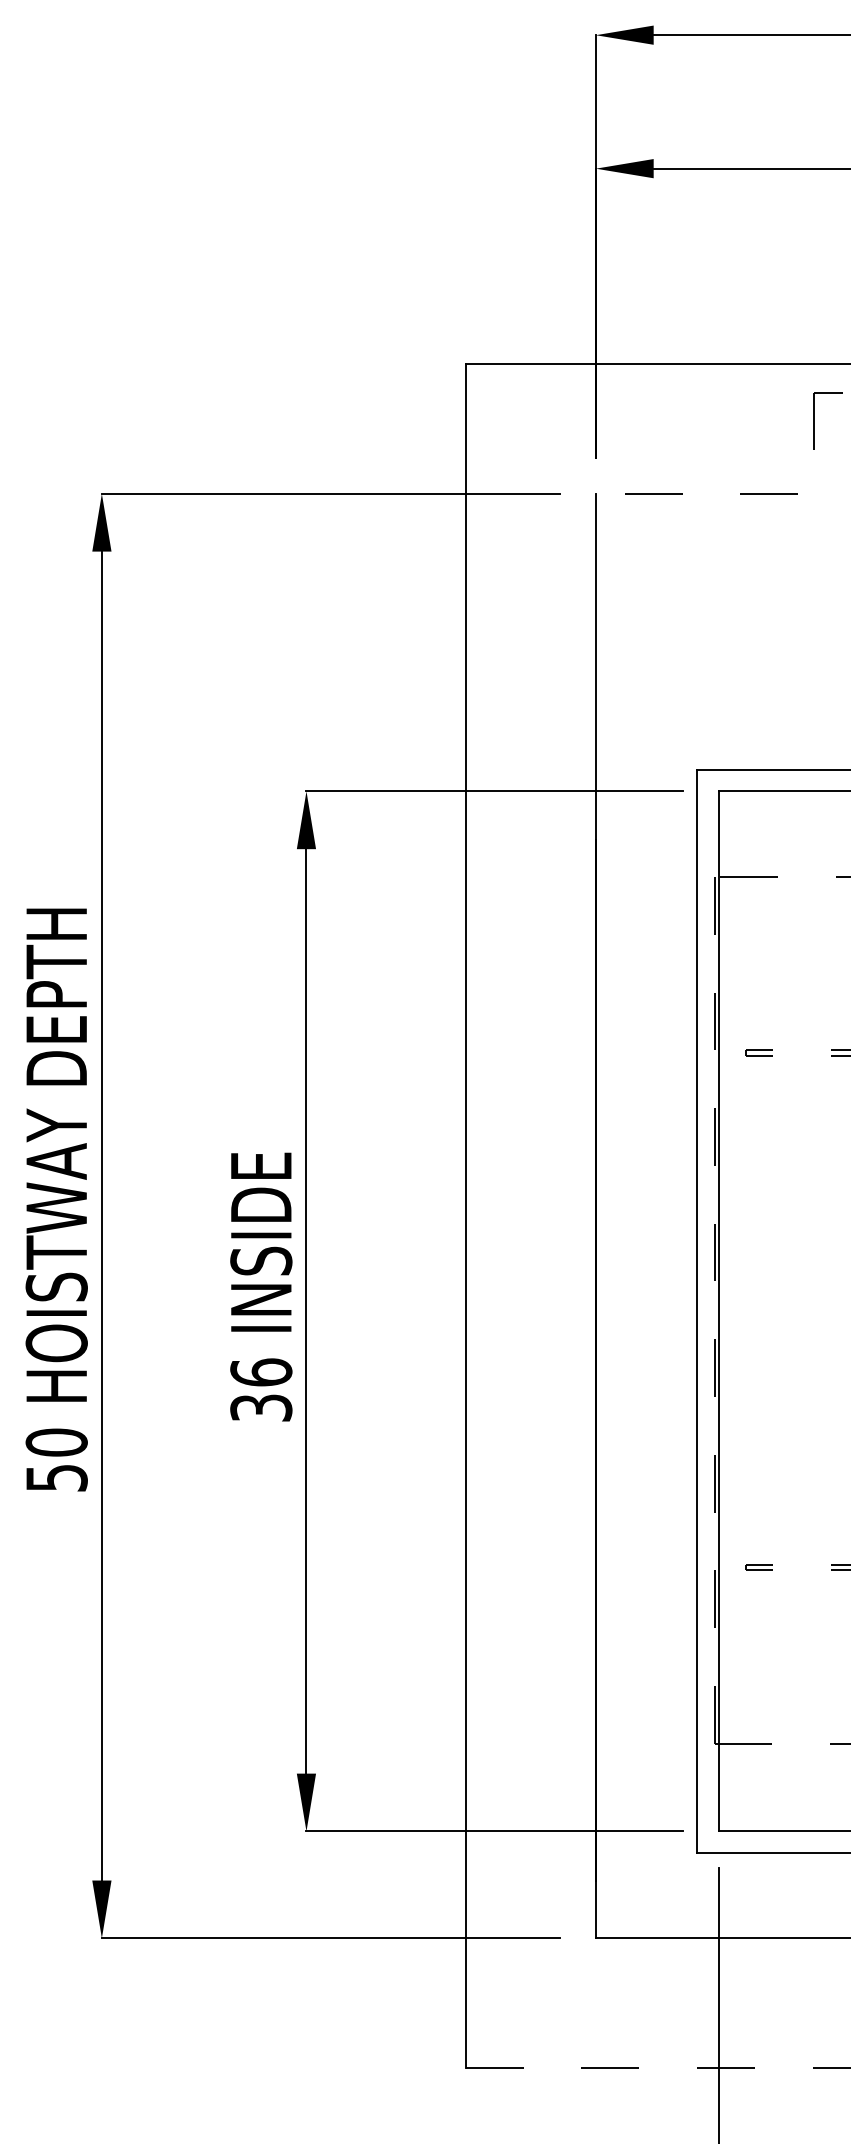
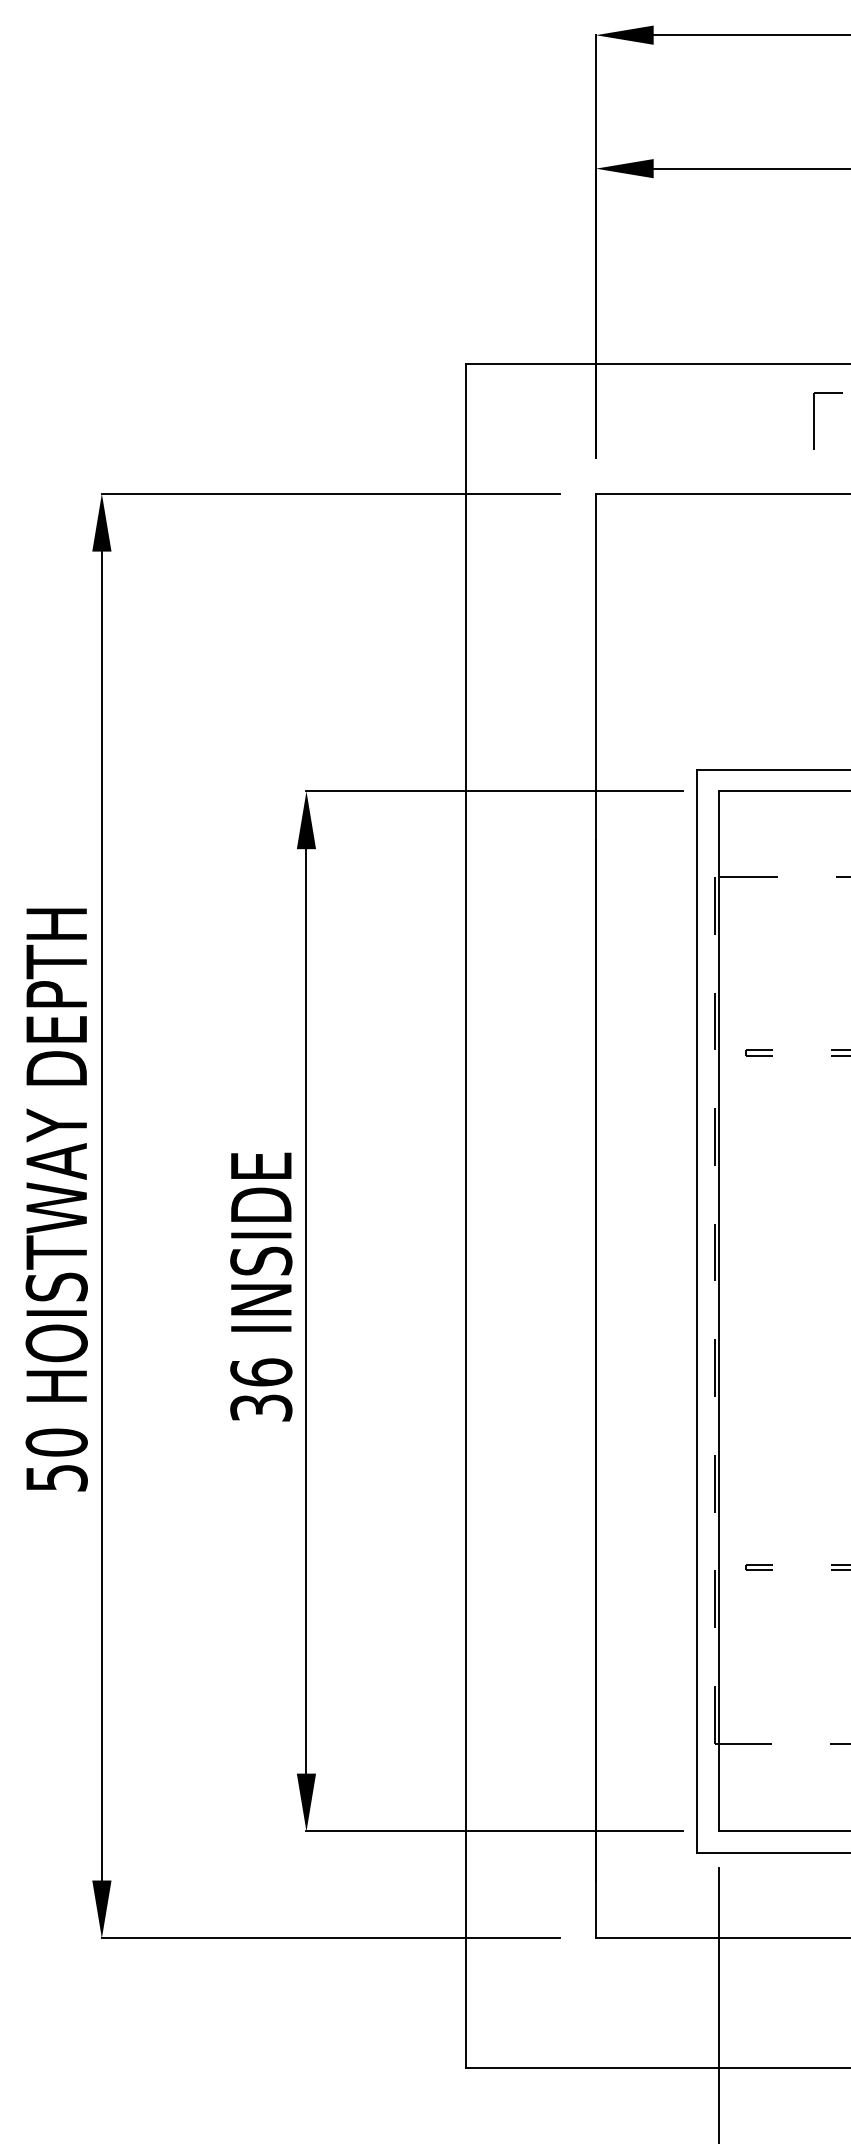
line at (722, 493): dashed -> solid
line at (658, 2068): dashed -> solid
